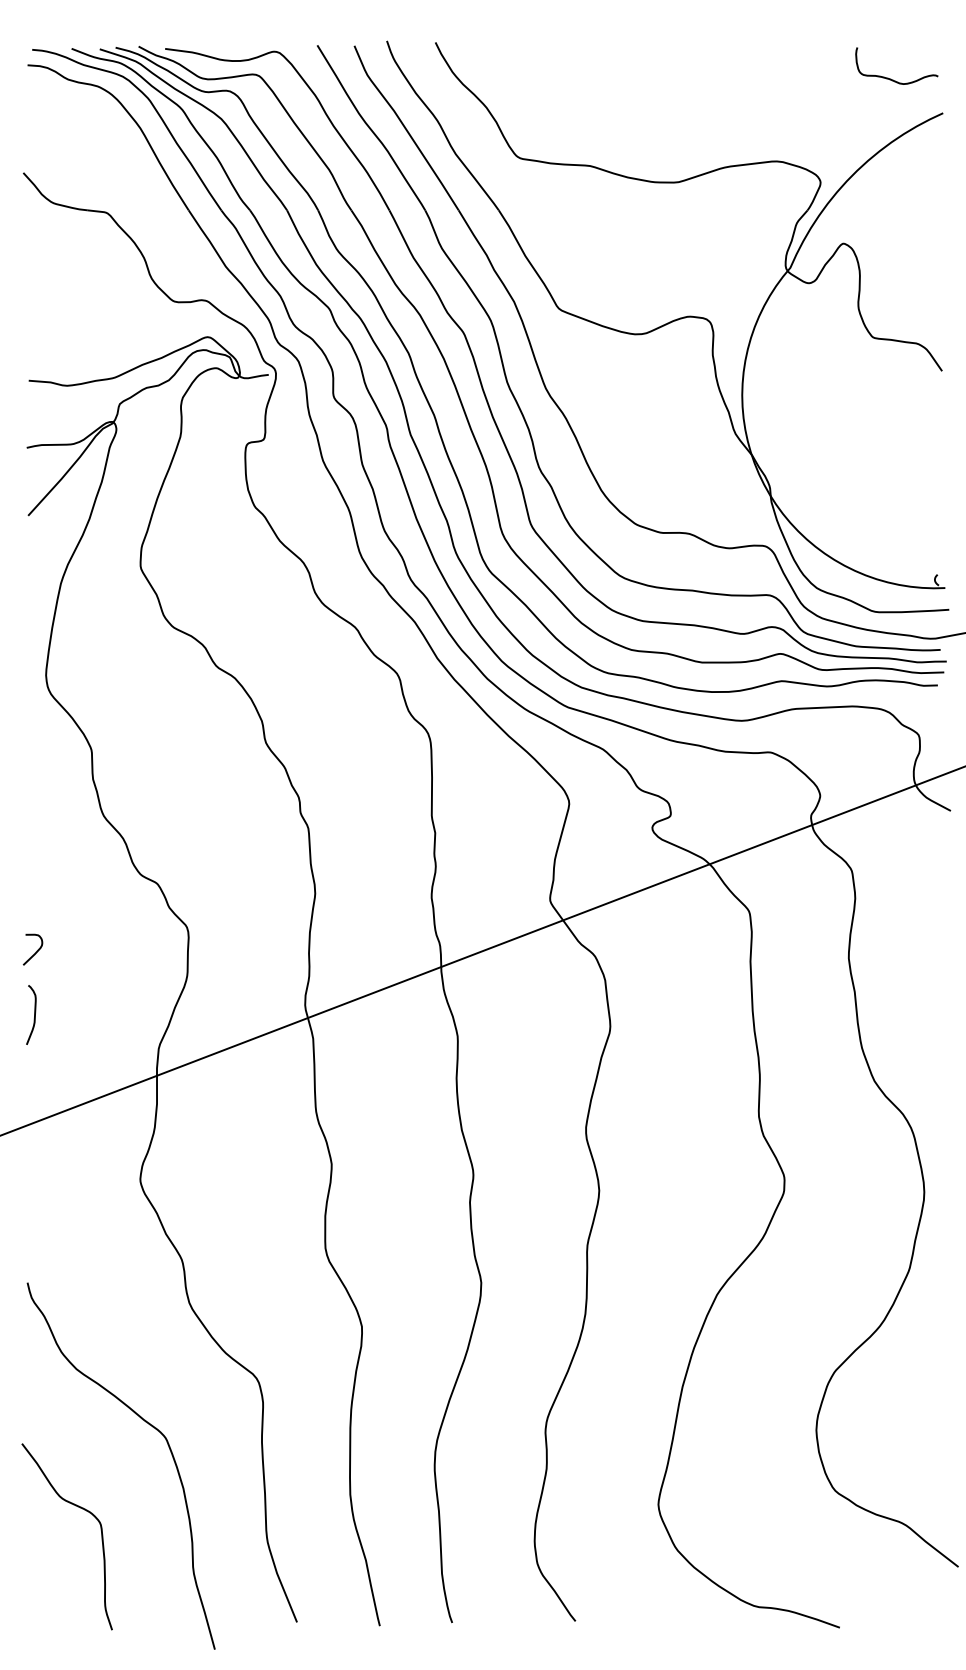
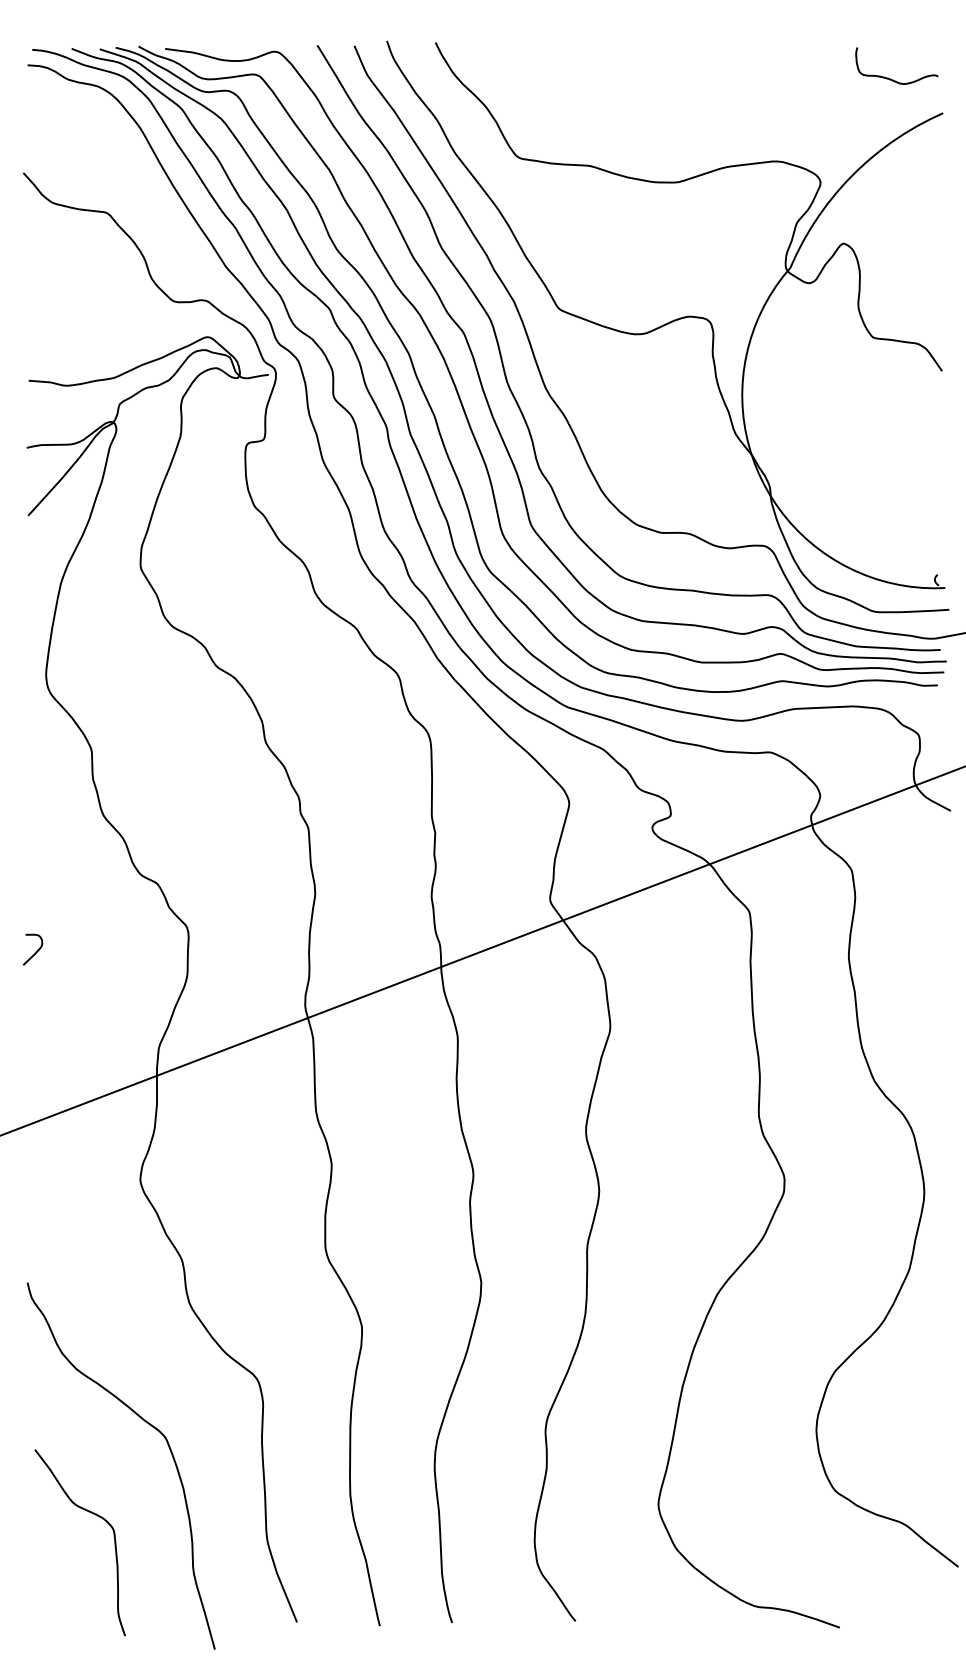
curve at (34, 1014): present -> none
curve at (80, 1508) position: (80, 1508) -> (93, 1514)
